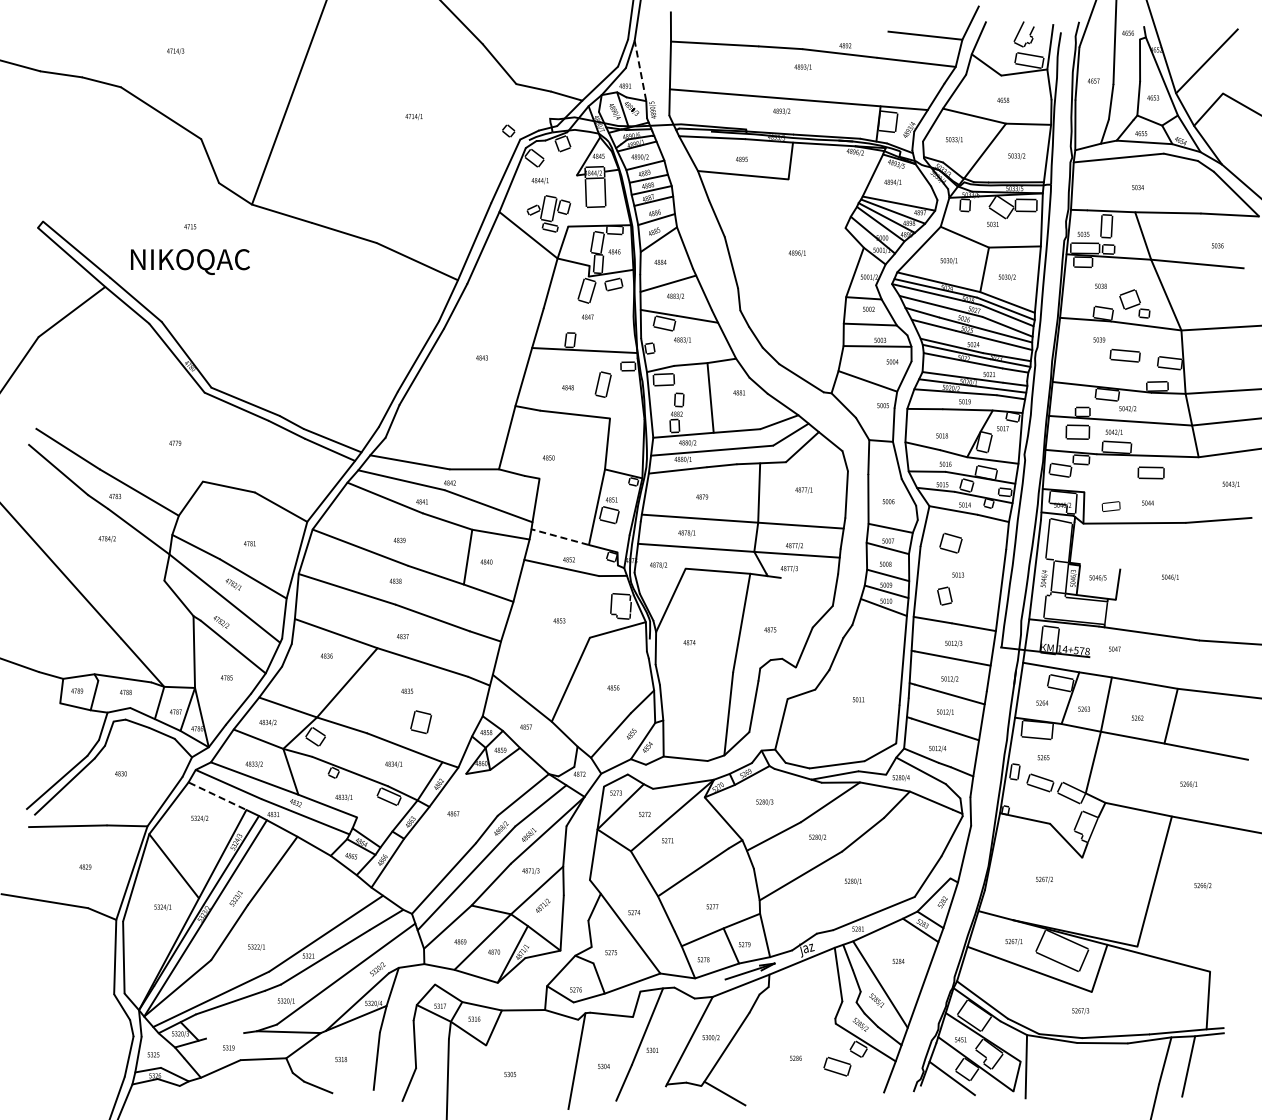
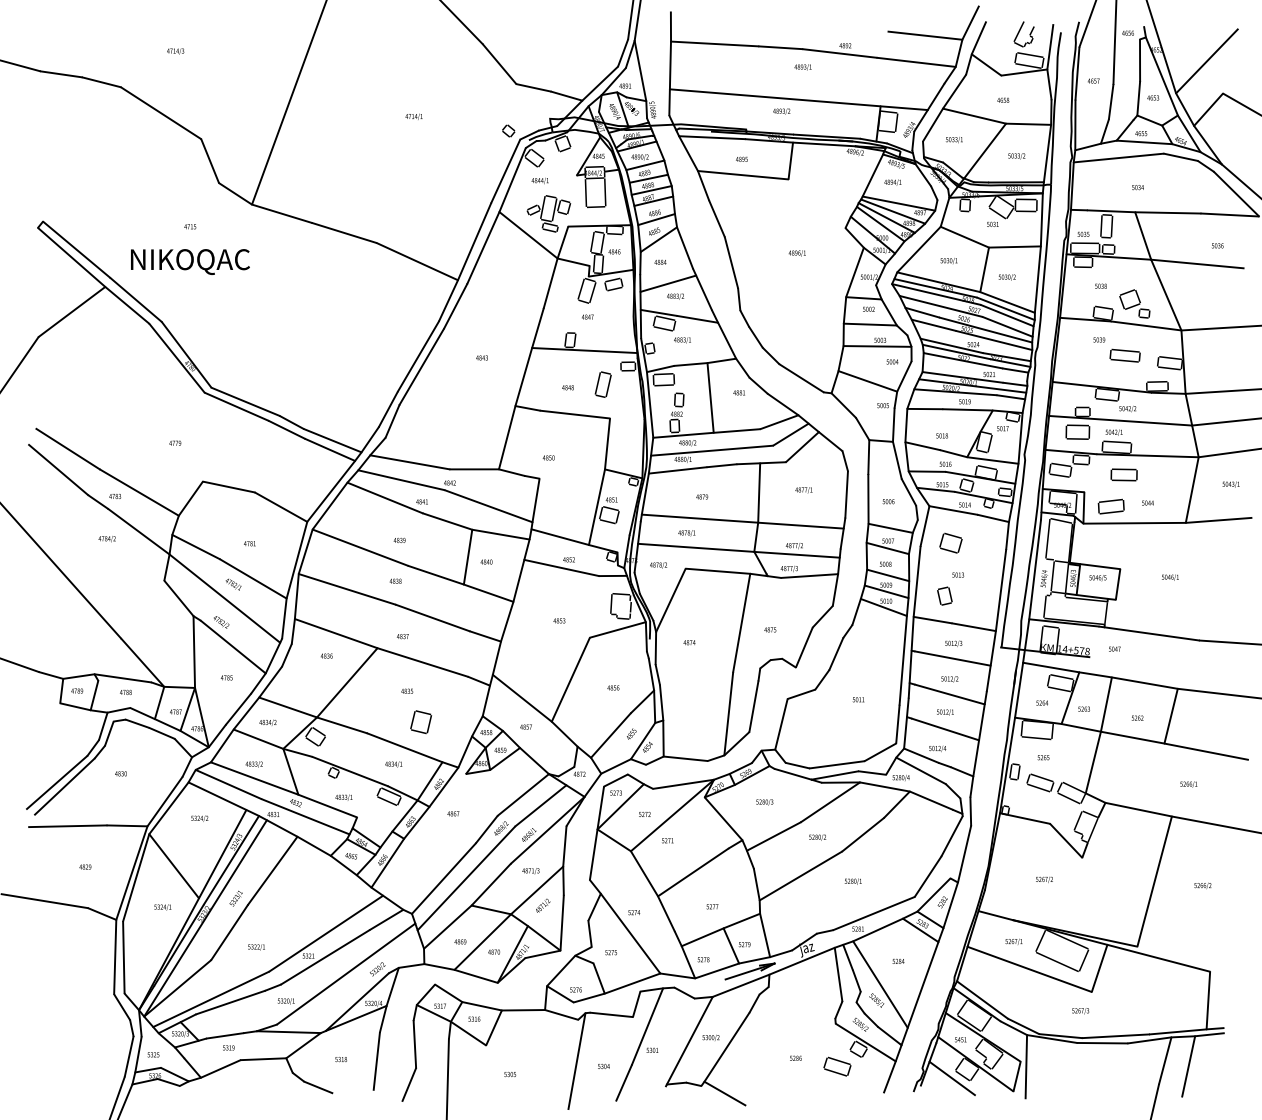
line at (640, 70): dashed -> solid
part at (1150, 472) position: (1150, 472) -> (1123, 474)
line at (1191, 489): none -> present
part at (1110, 506) size: 20x12 px -> 28x17 px
line at (559, 537): dashed -> solid
line at (1099, 566): none -> present
line at (809, 575): none -> present
line at (217, 796): dashed -> solid
line at (224, 1035): none -> present
